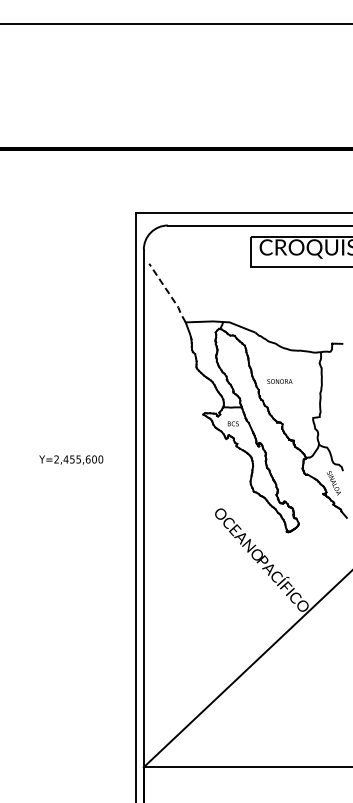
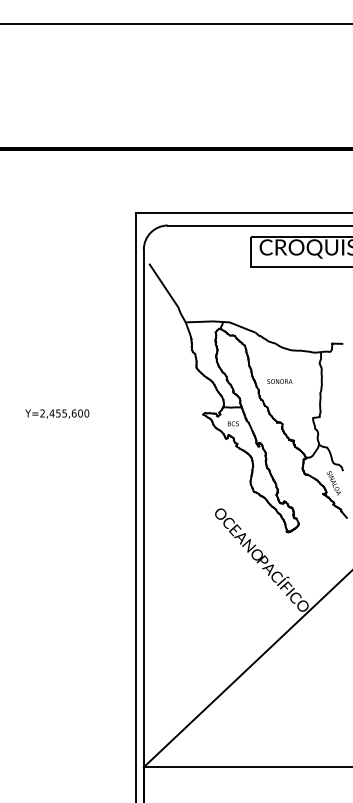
line at (169, 293): dashed -> solid
text at (71, 459) position: (71, 459) -> (57, 413)
